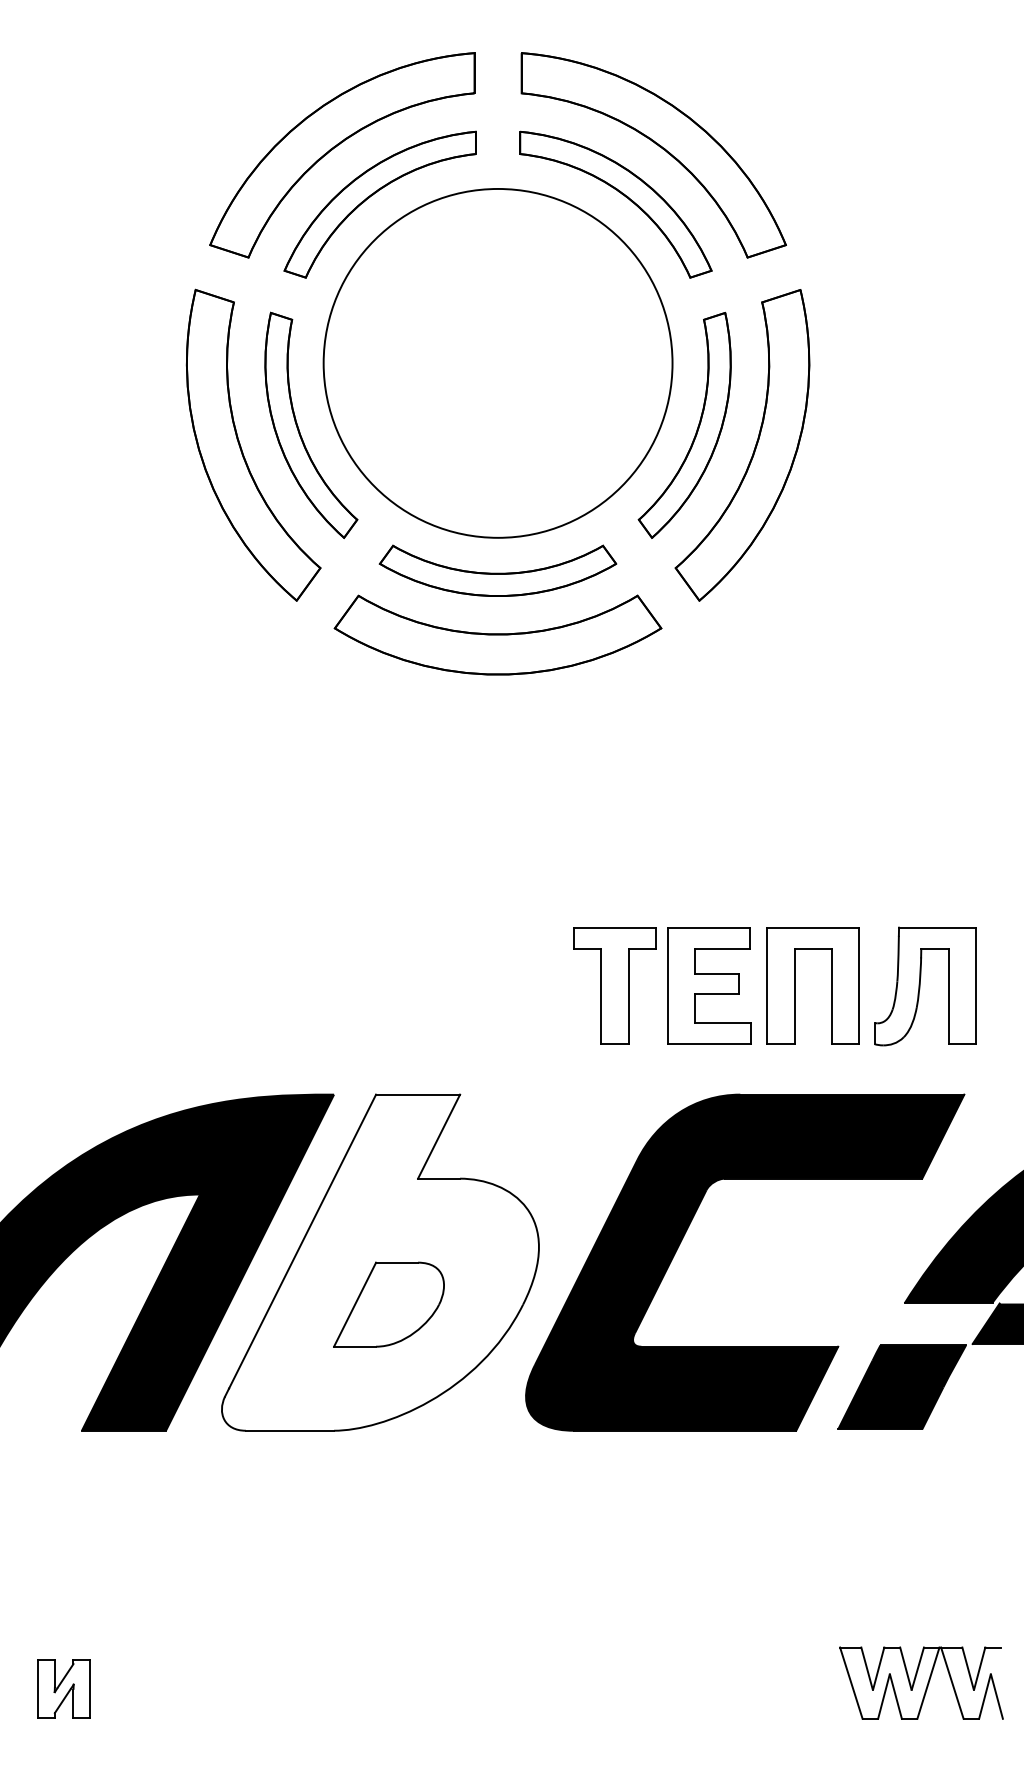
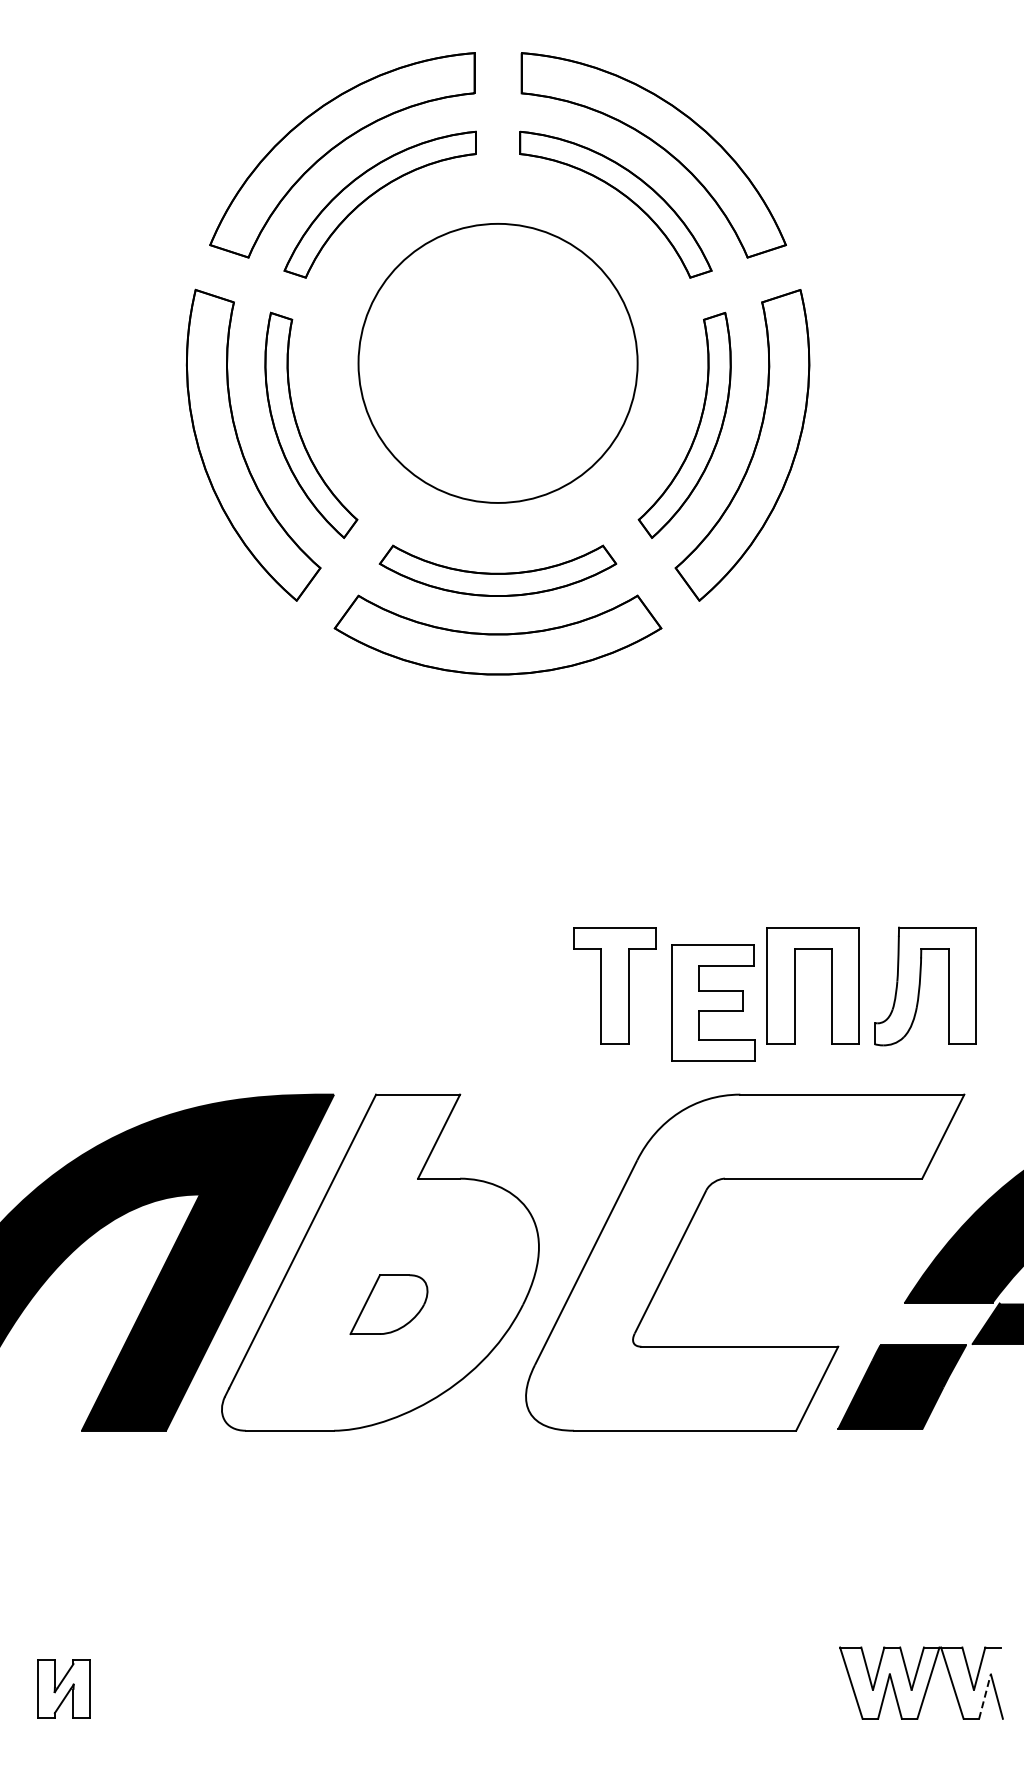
circle at (497, 362) diameter: 349 px -> 279 px
part at (709, 985) position: (709, 985) -> (713, 1002)
fill at (745, 1262): present -> none
part at (388, 1304) size: 112x87 px -> 80x62 px
line at (984, 1696): solid -> dashed
